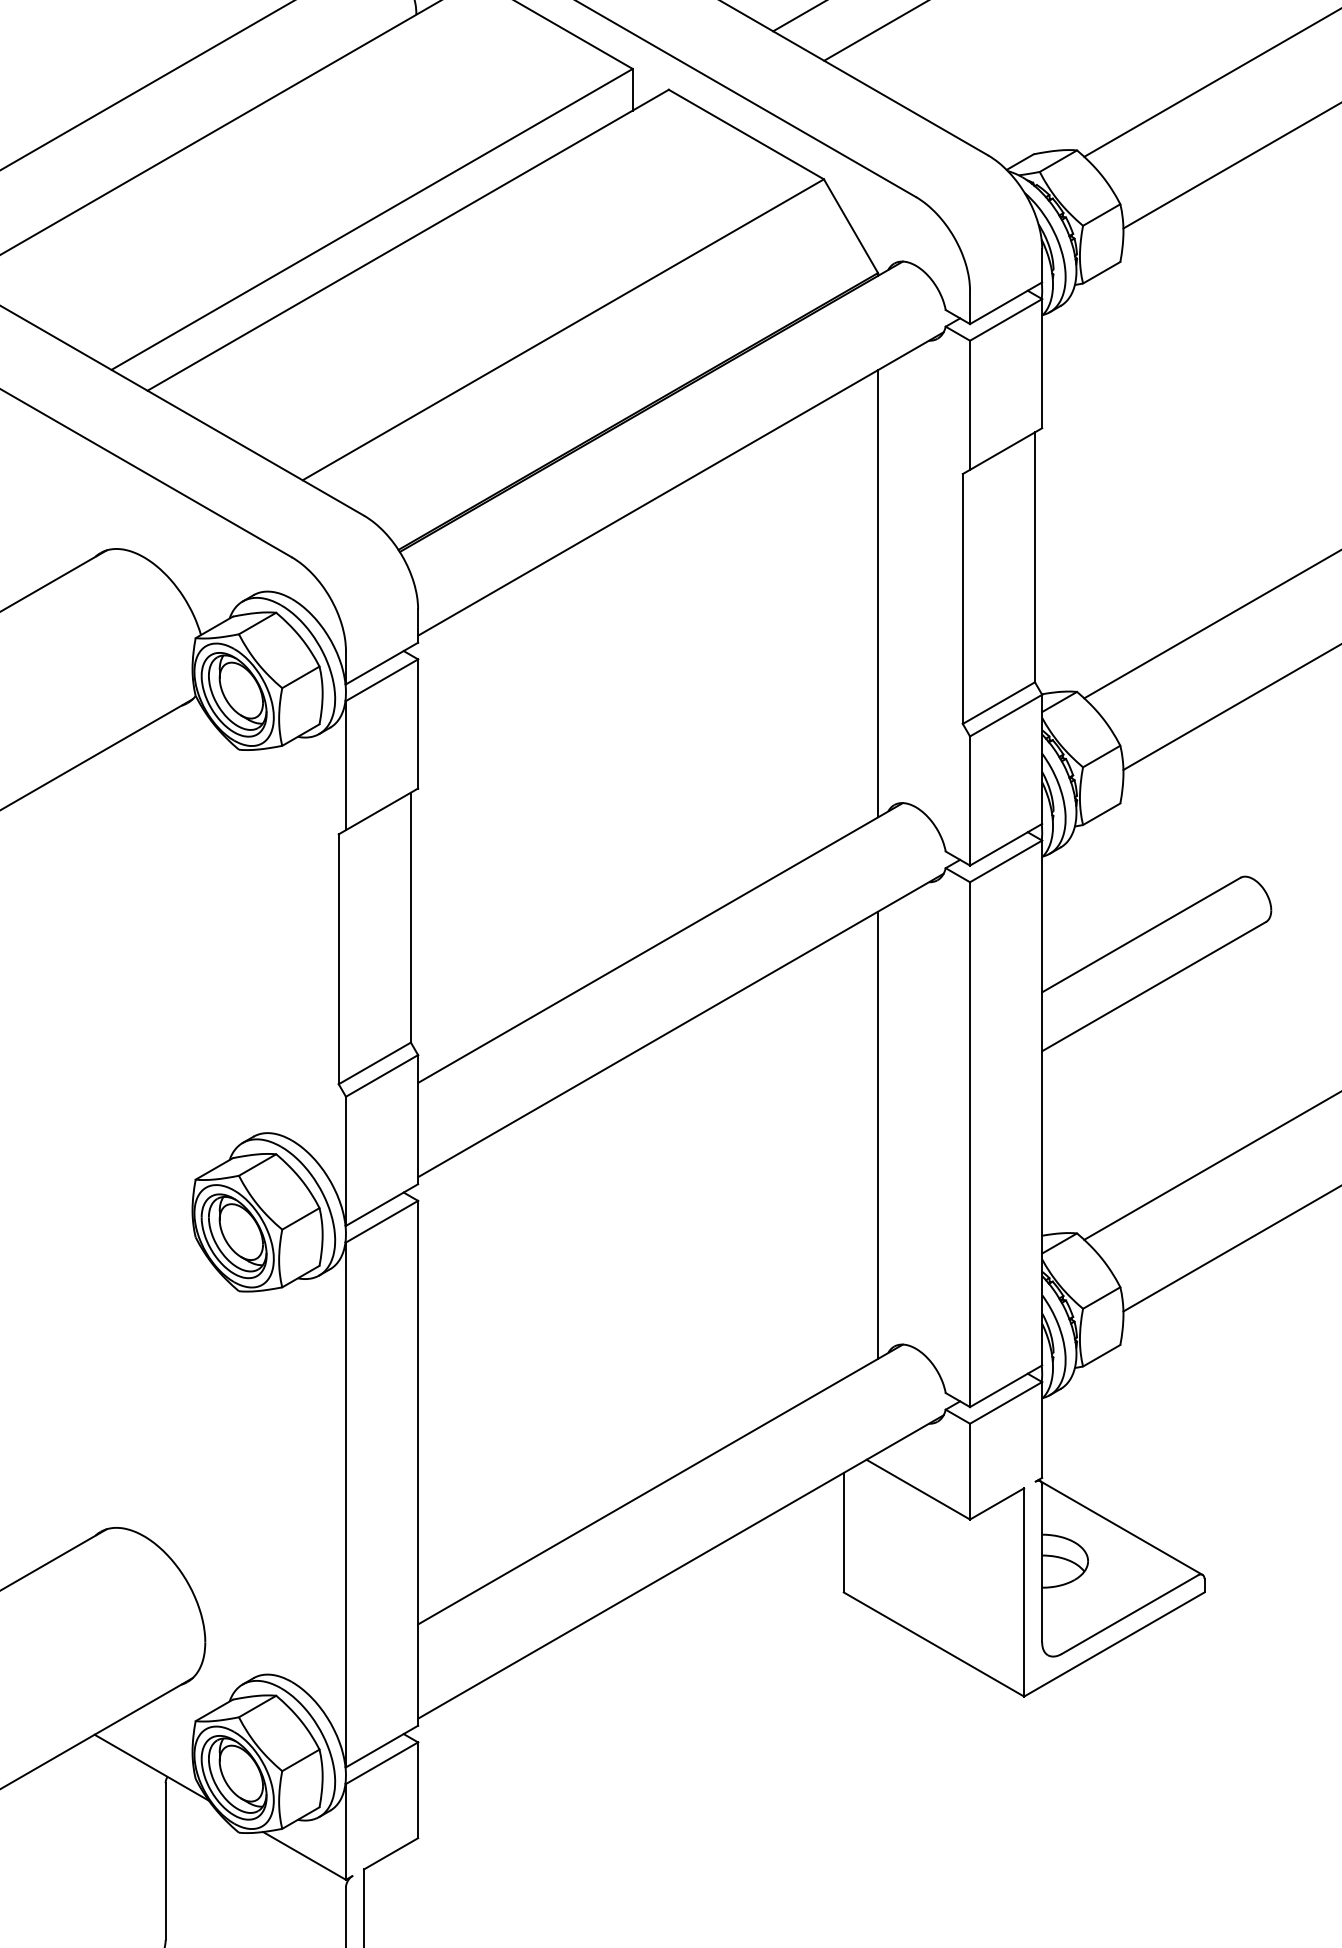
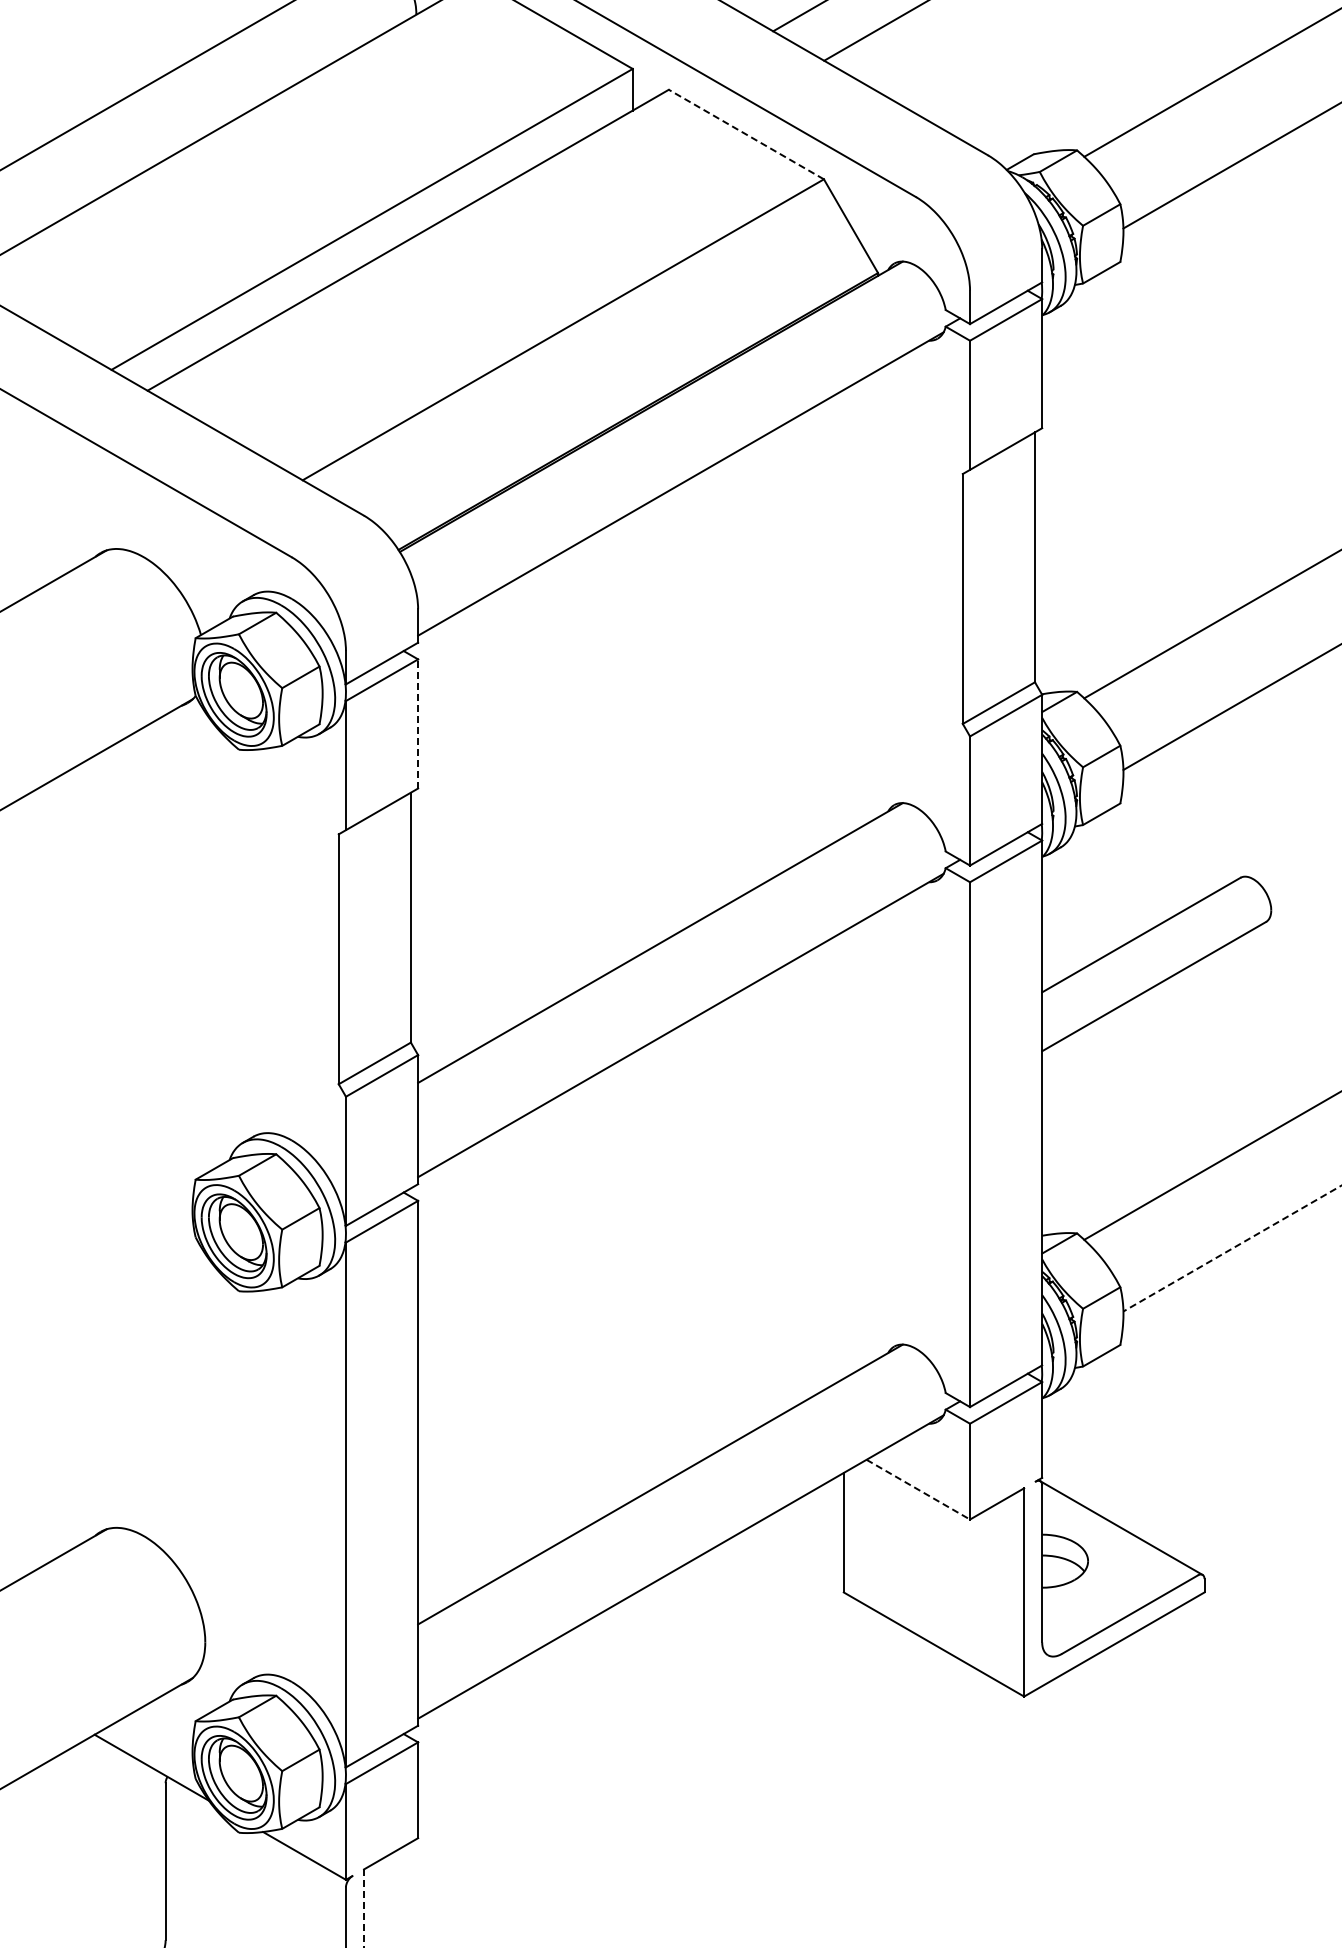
line at (746, 134): solid -> dashed
line at (878, 593): present -> none
line at (418, 723): solid -> dashed
line at (878, 1134): present -> none
line at (1232, 1248): solid -> dashed
line at (918, 1489): solid -> dashed
line at (364, 1908): solid -> dashed
